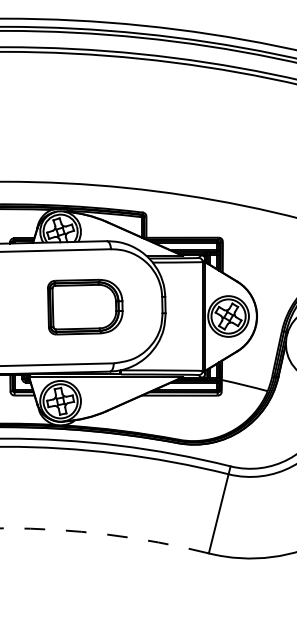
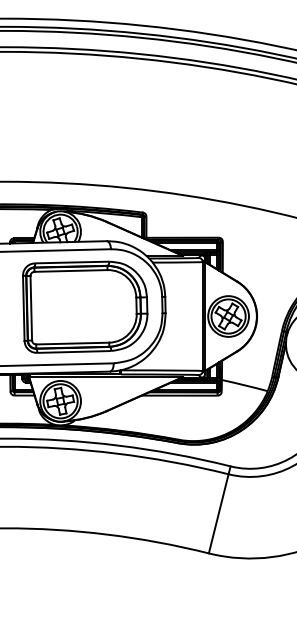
part at (85, 306) size: 77x58 px -> 127x94 px
arc at (105, 534): dashed -> solid
